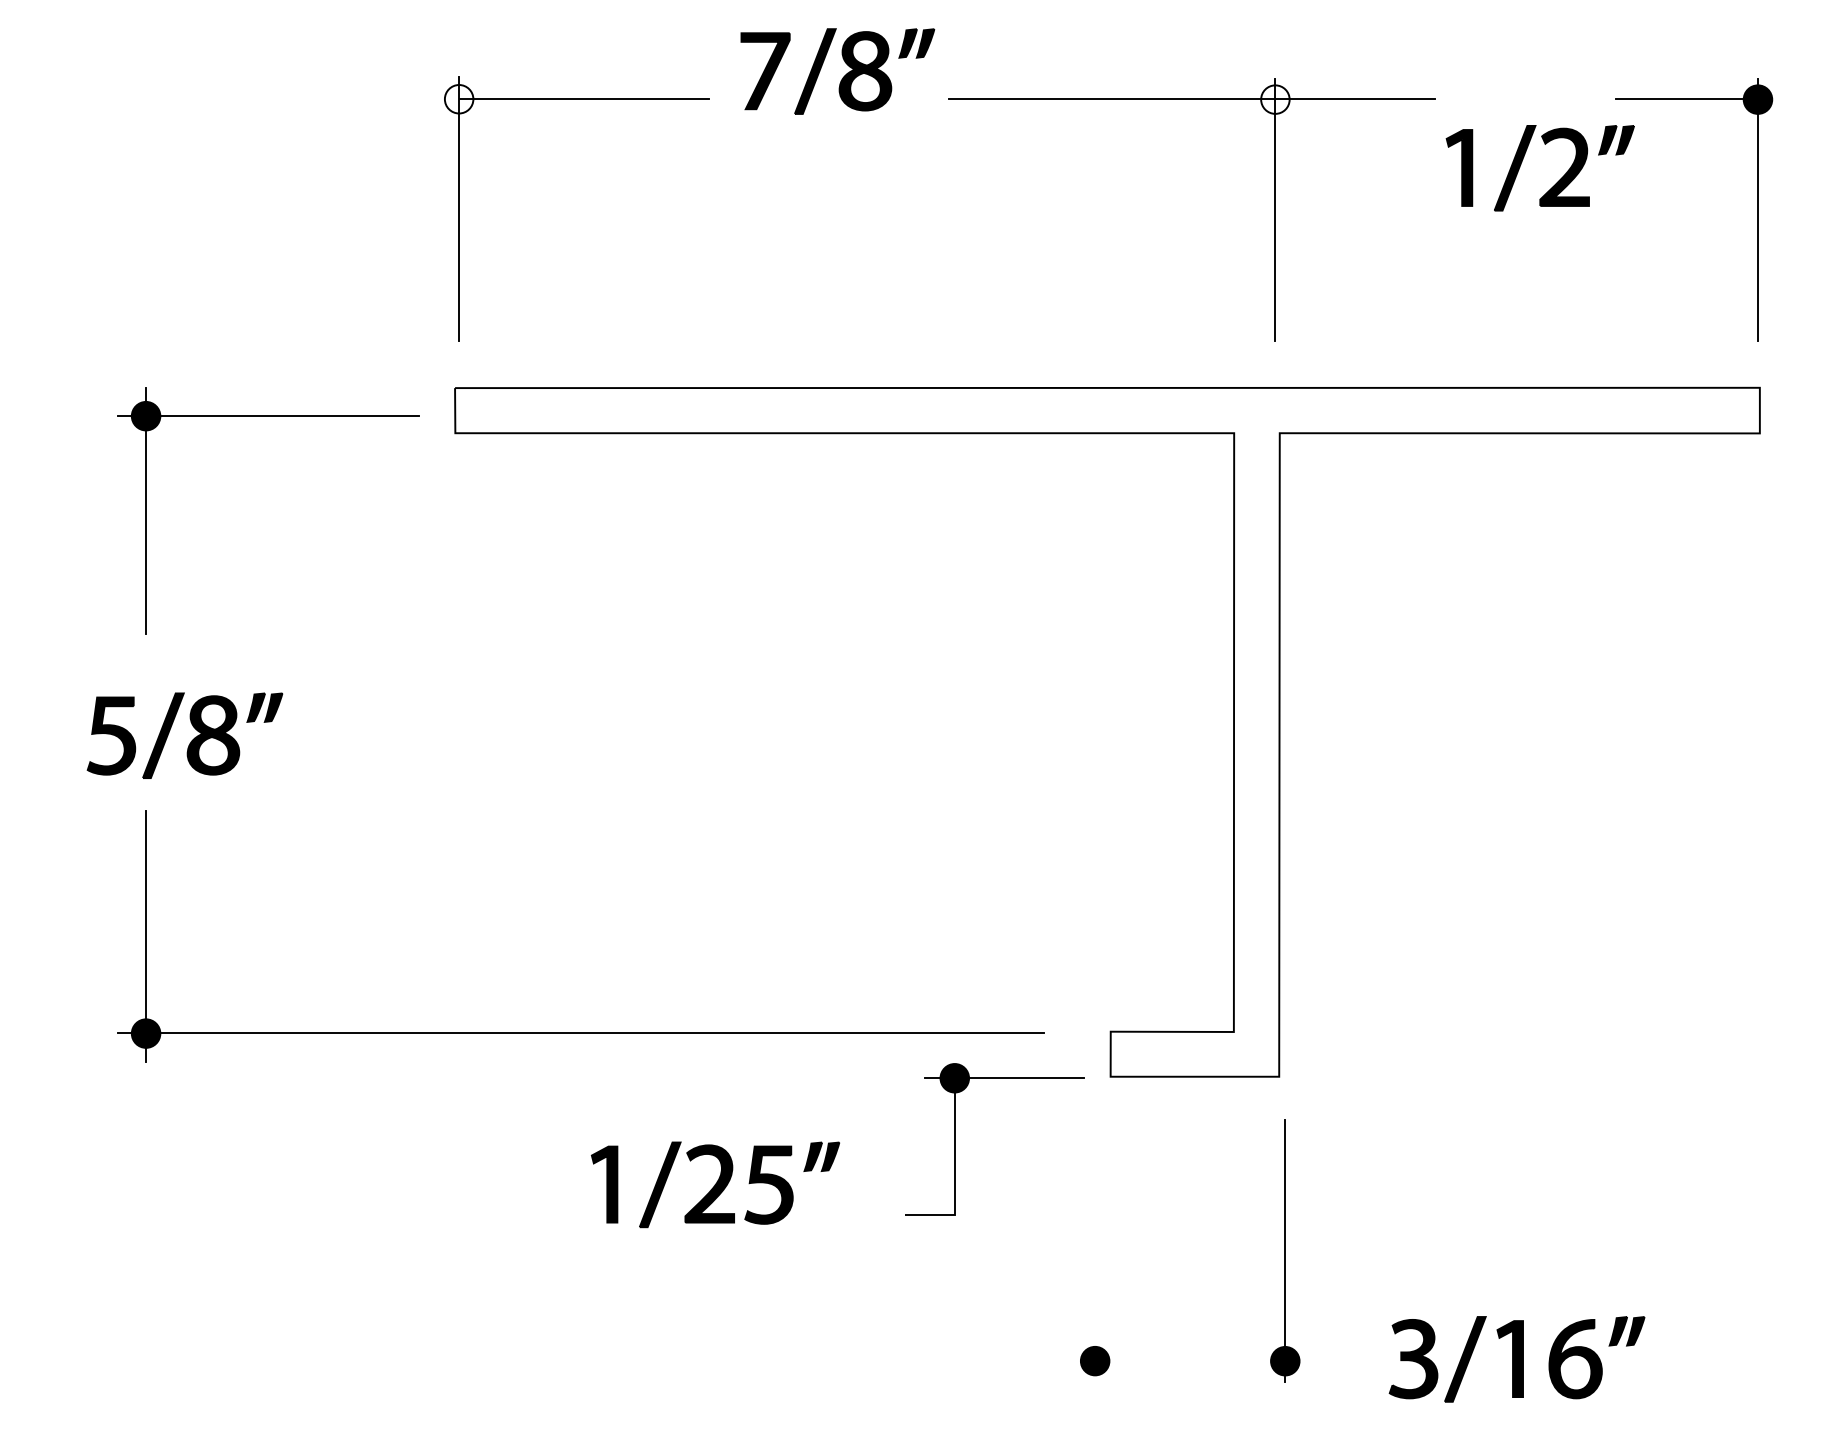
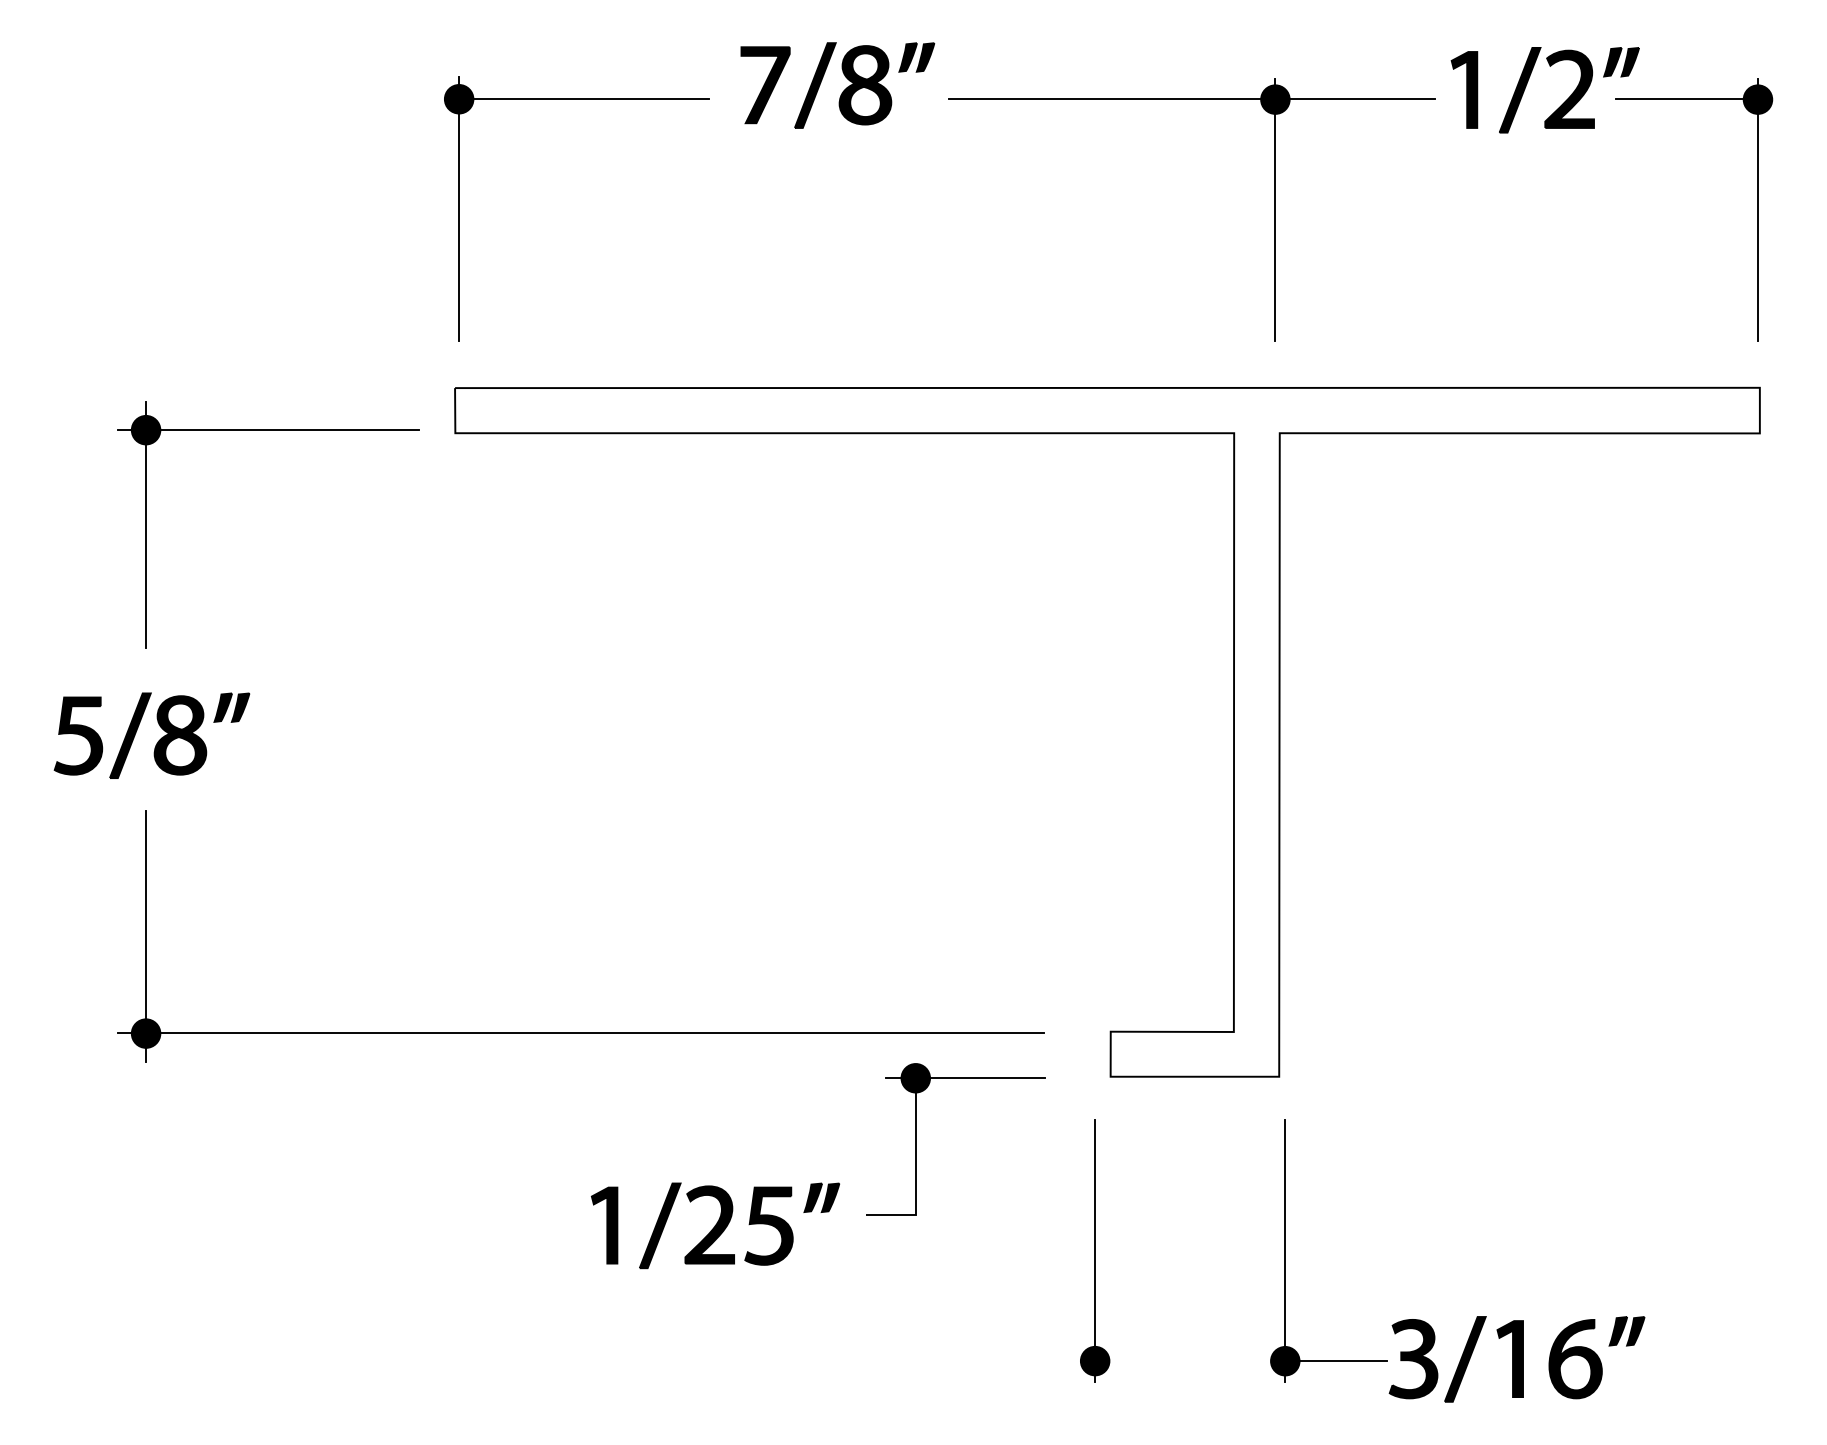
part at (843, 76) position: (843, 76) -> (843, 90)
fill at (458, 99): none -> present
fill at (1275, 99): none -> present
part at (1522, 162) position: (1522, 162) -> (1527, 84)
part at (268, 416) position: (268, 416) -> (268, 430)
part at (190, 741) position: (190, 741) -> (157, 741)
part at (955, 1139) position: (955, 1139) -> (916, 1139)
part at (715, 1184) position: (715, 1184) -> (715, 1225)
line at (1094, 1250): none -> present
line at (1336, 1361): none -> present
